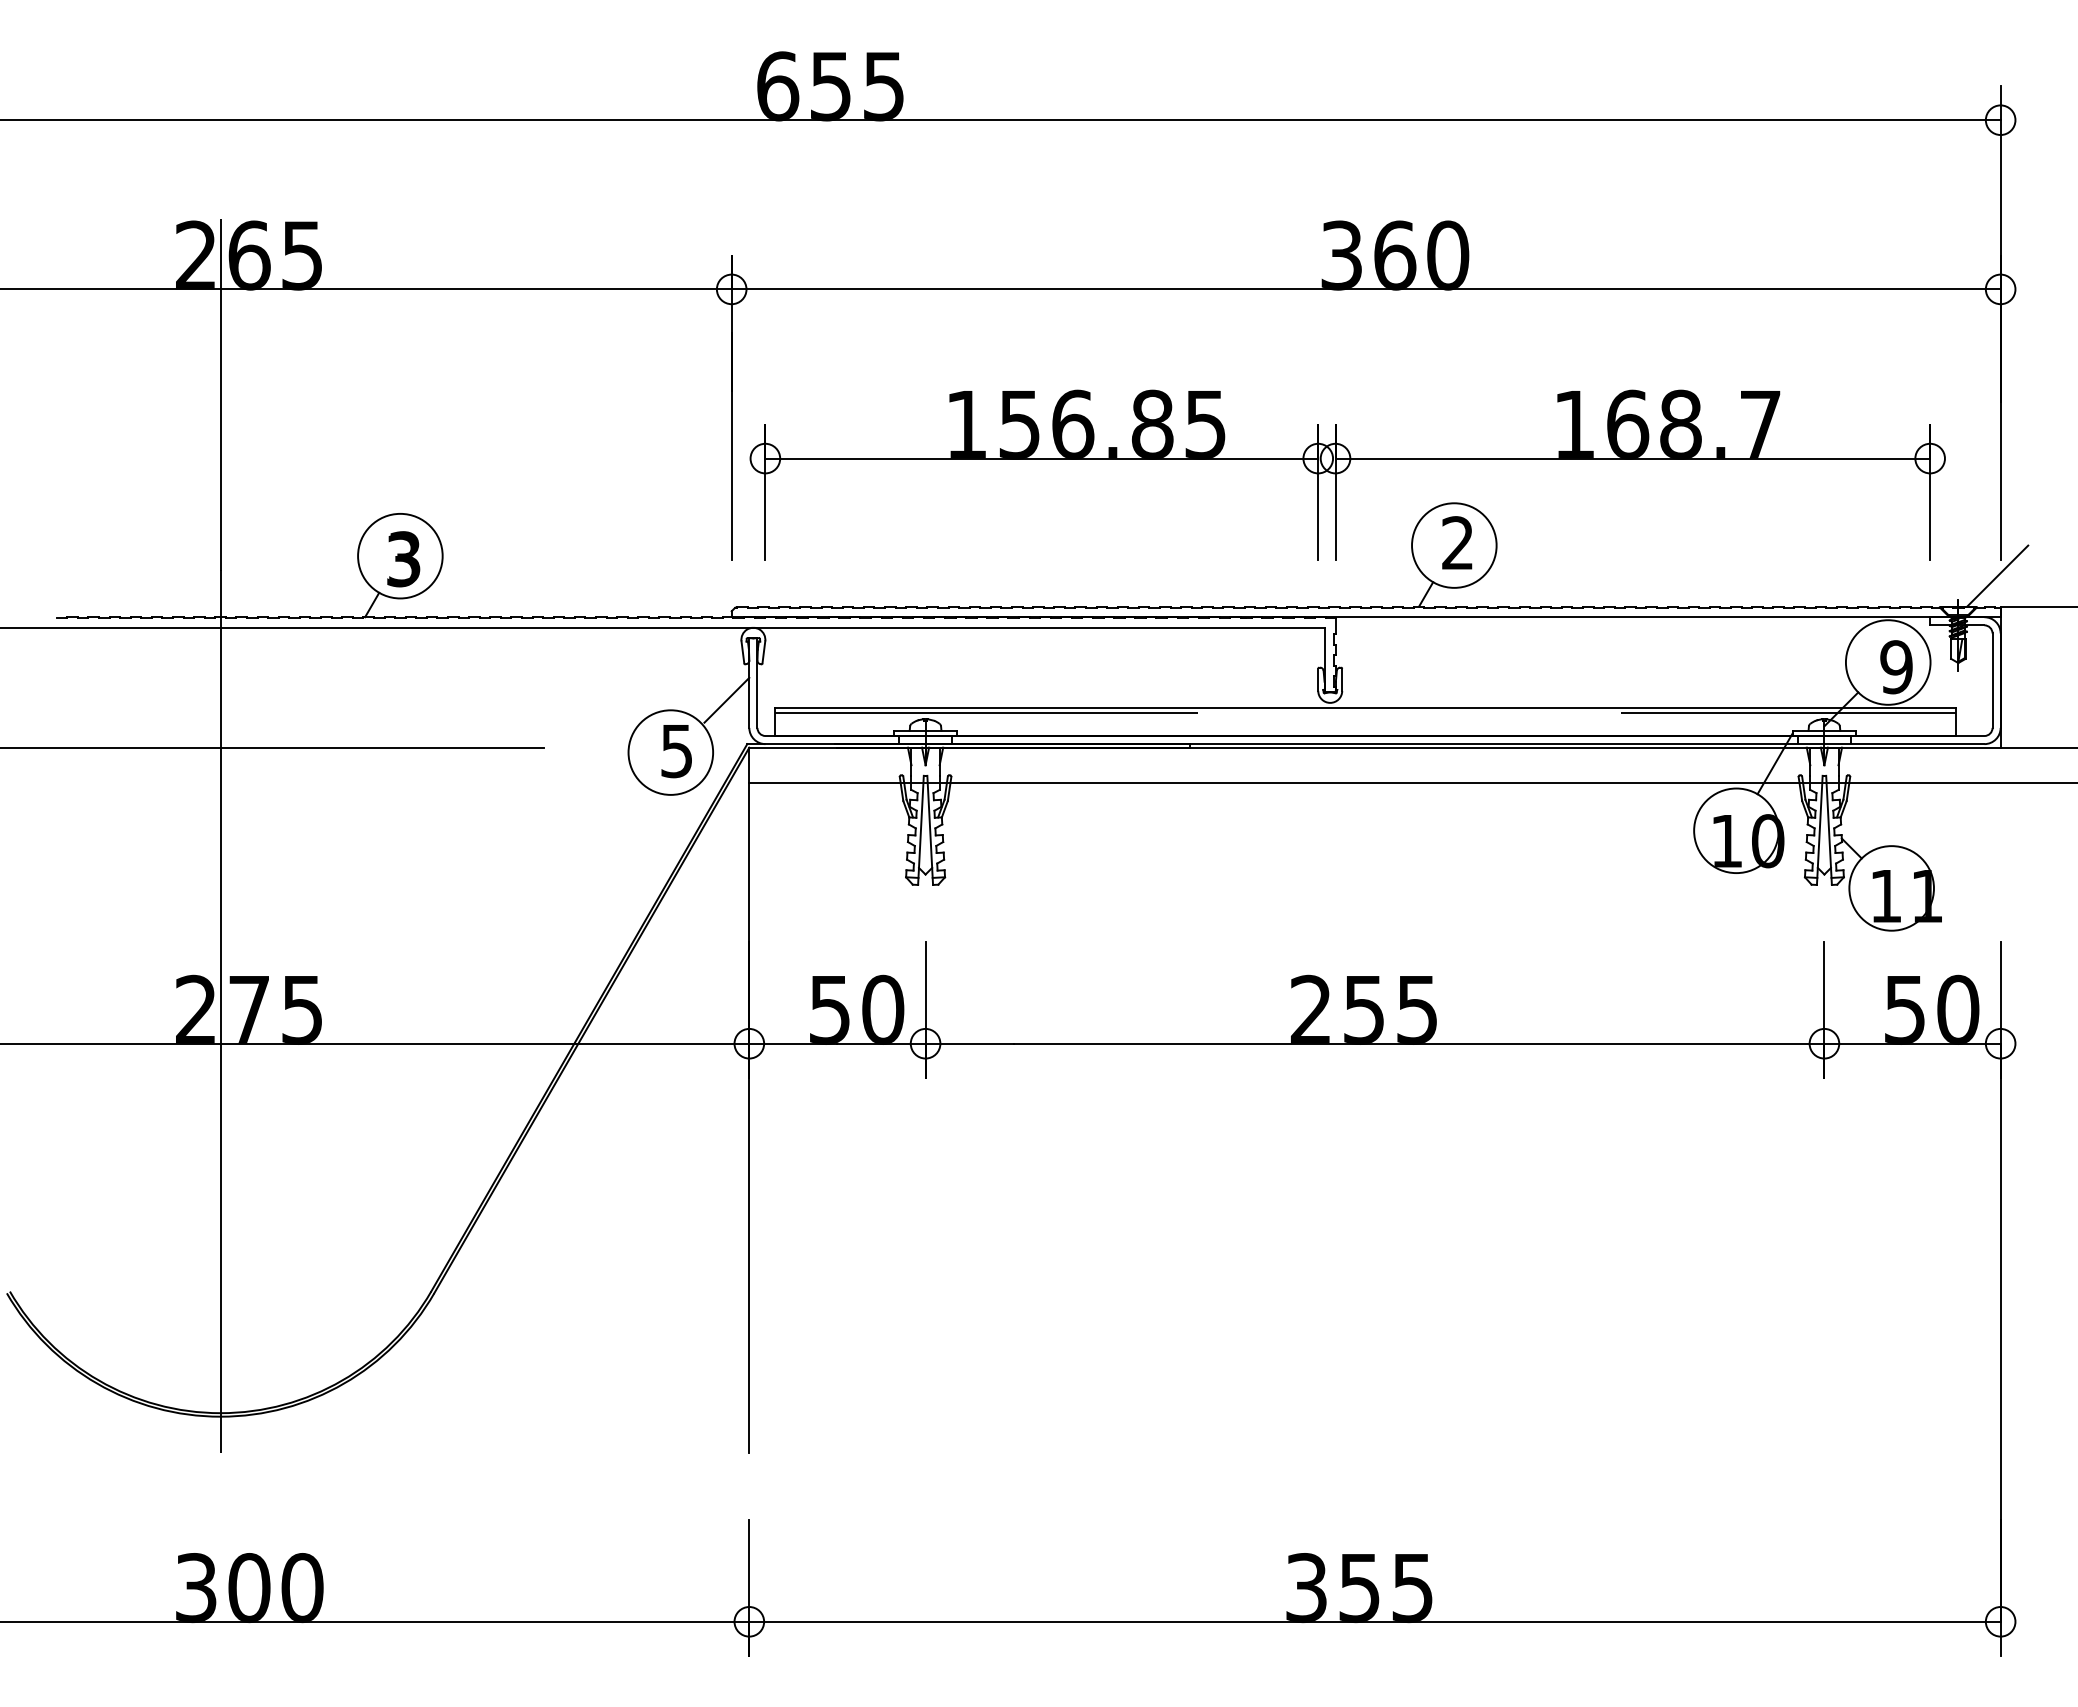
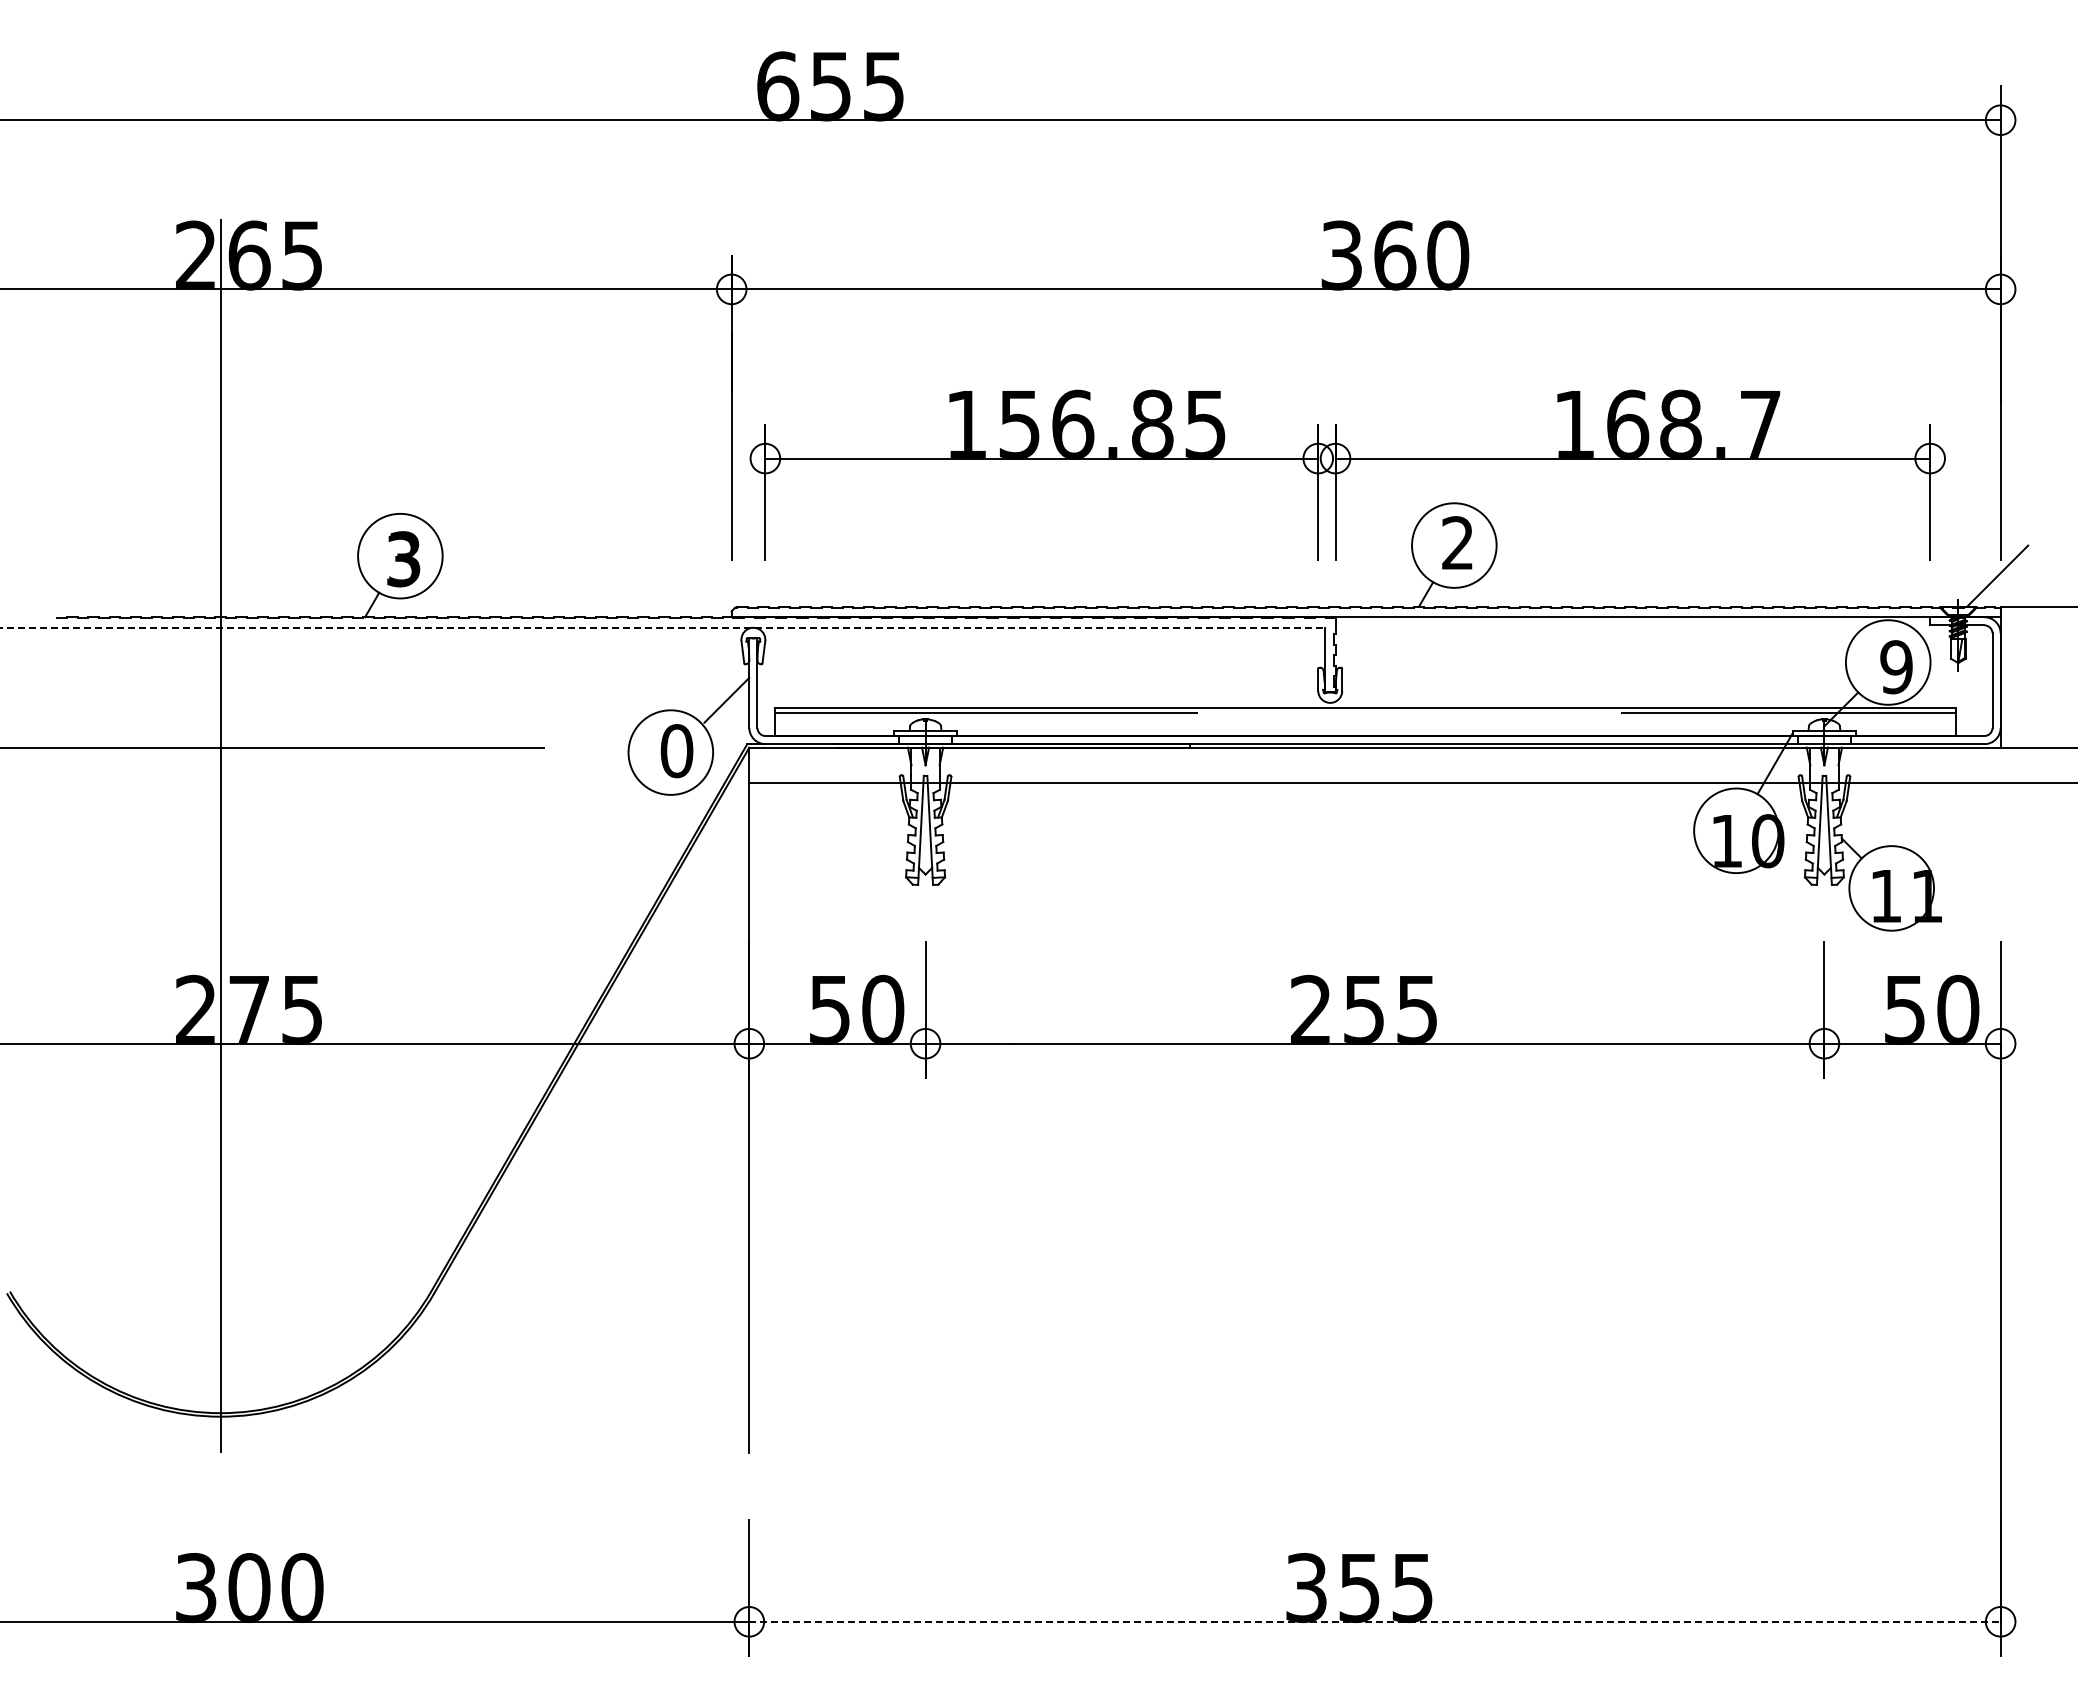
line at (663, 627): solid -> dashed
text at (676, 751): 5 -> 0
line at (1375, 1621): solid -> dashed
